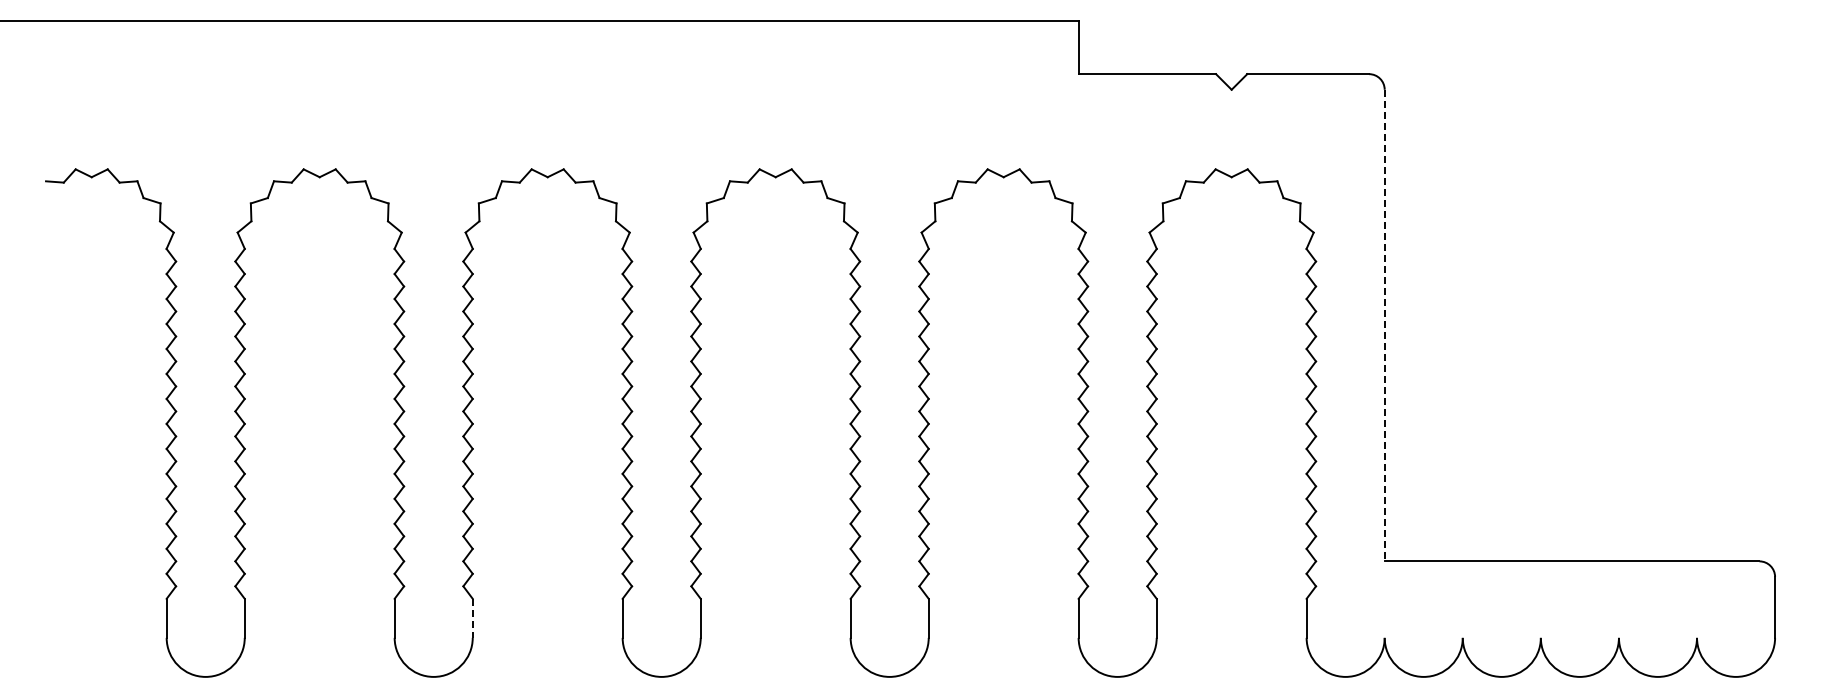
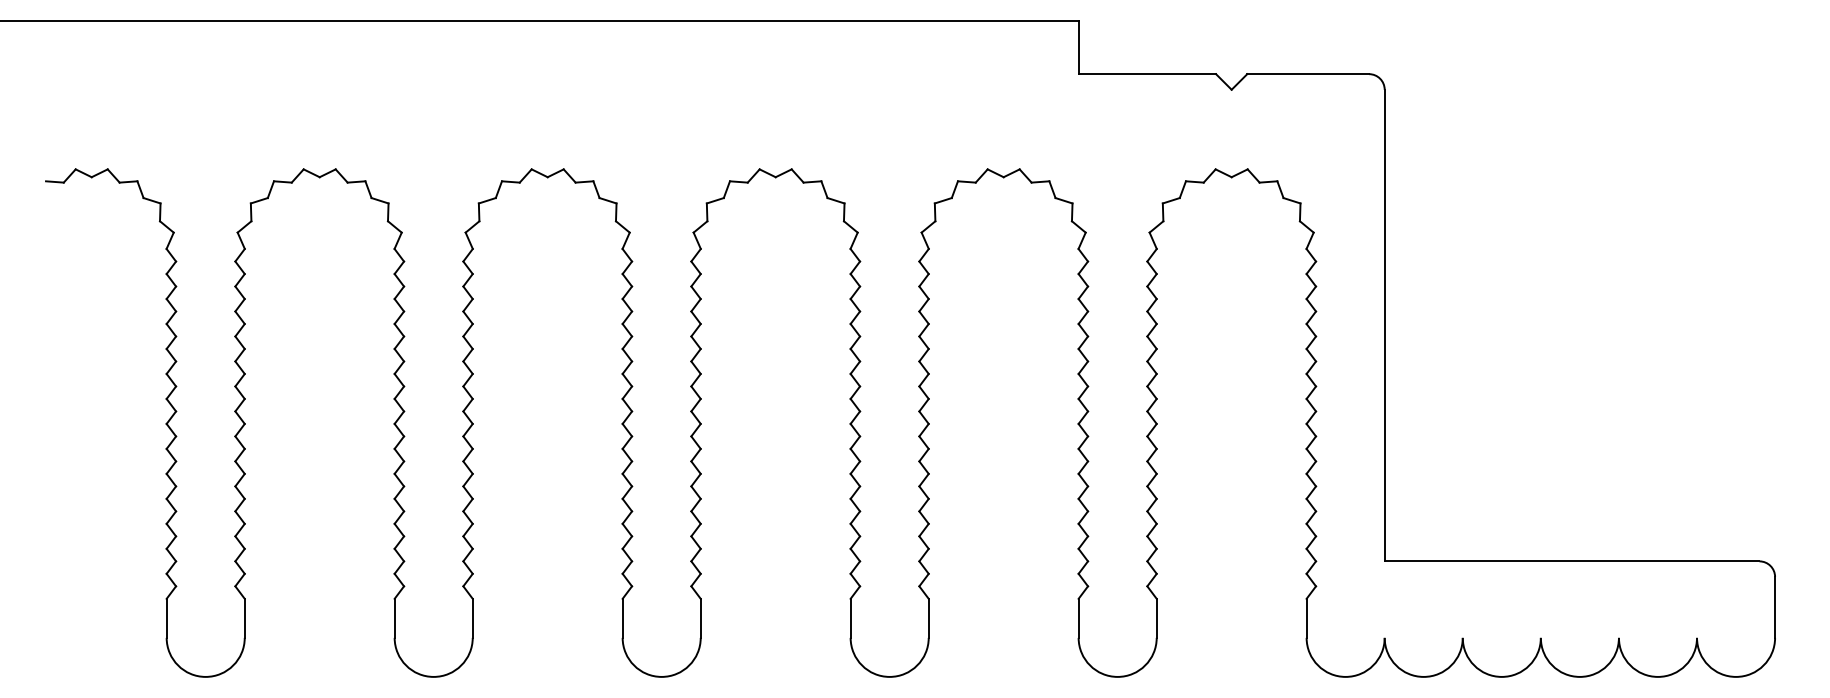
line at (1384, 325): dashed -> solid
line at (472, 618): dashed -> solid
